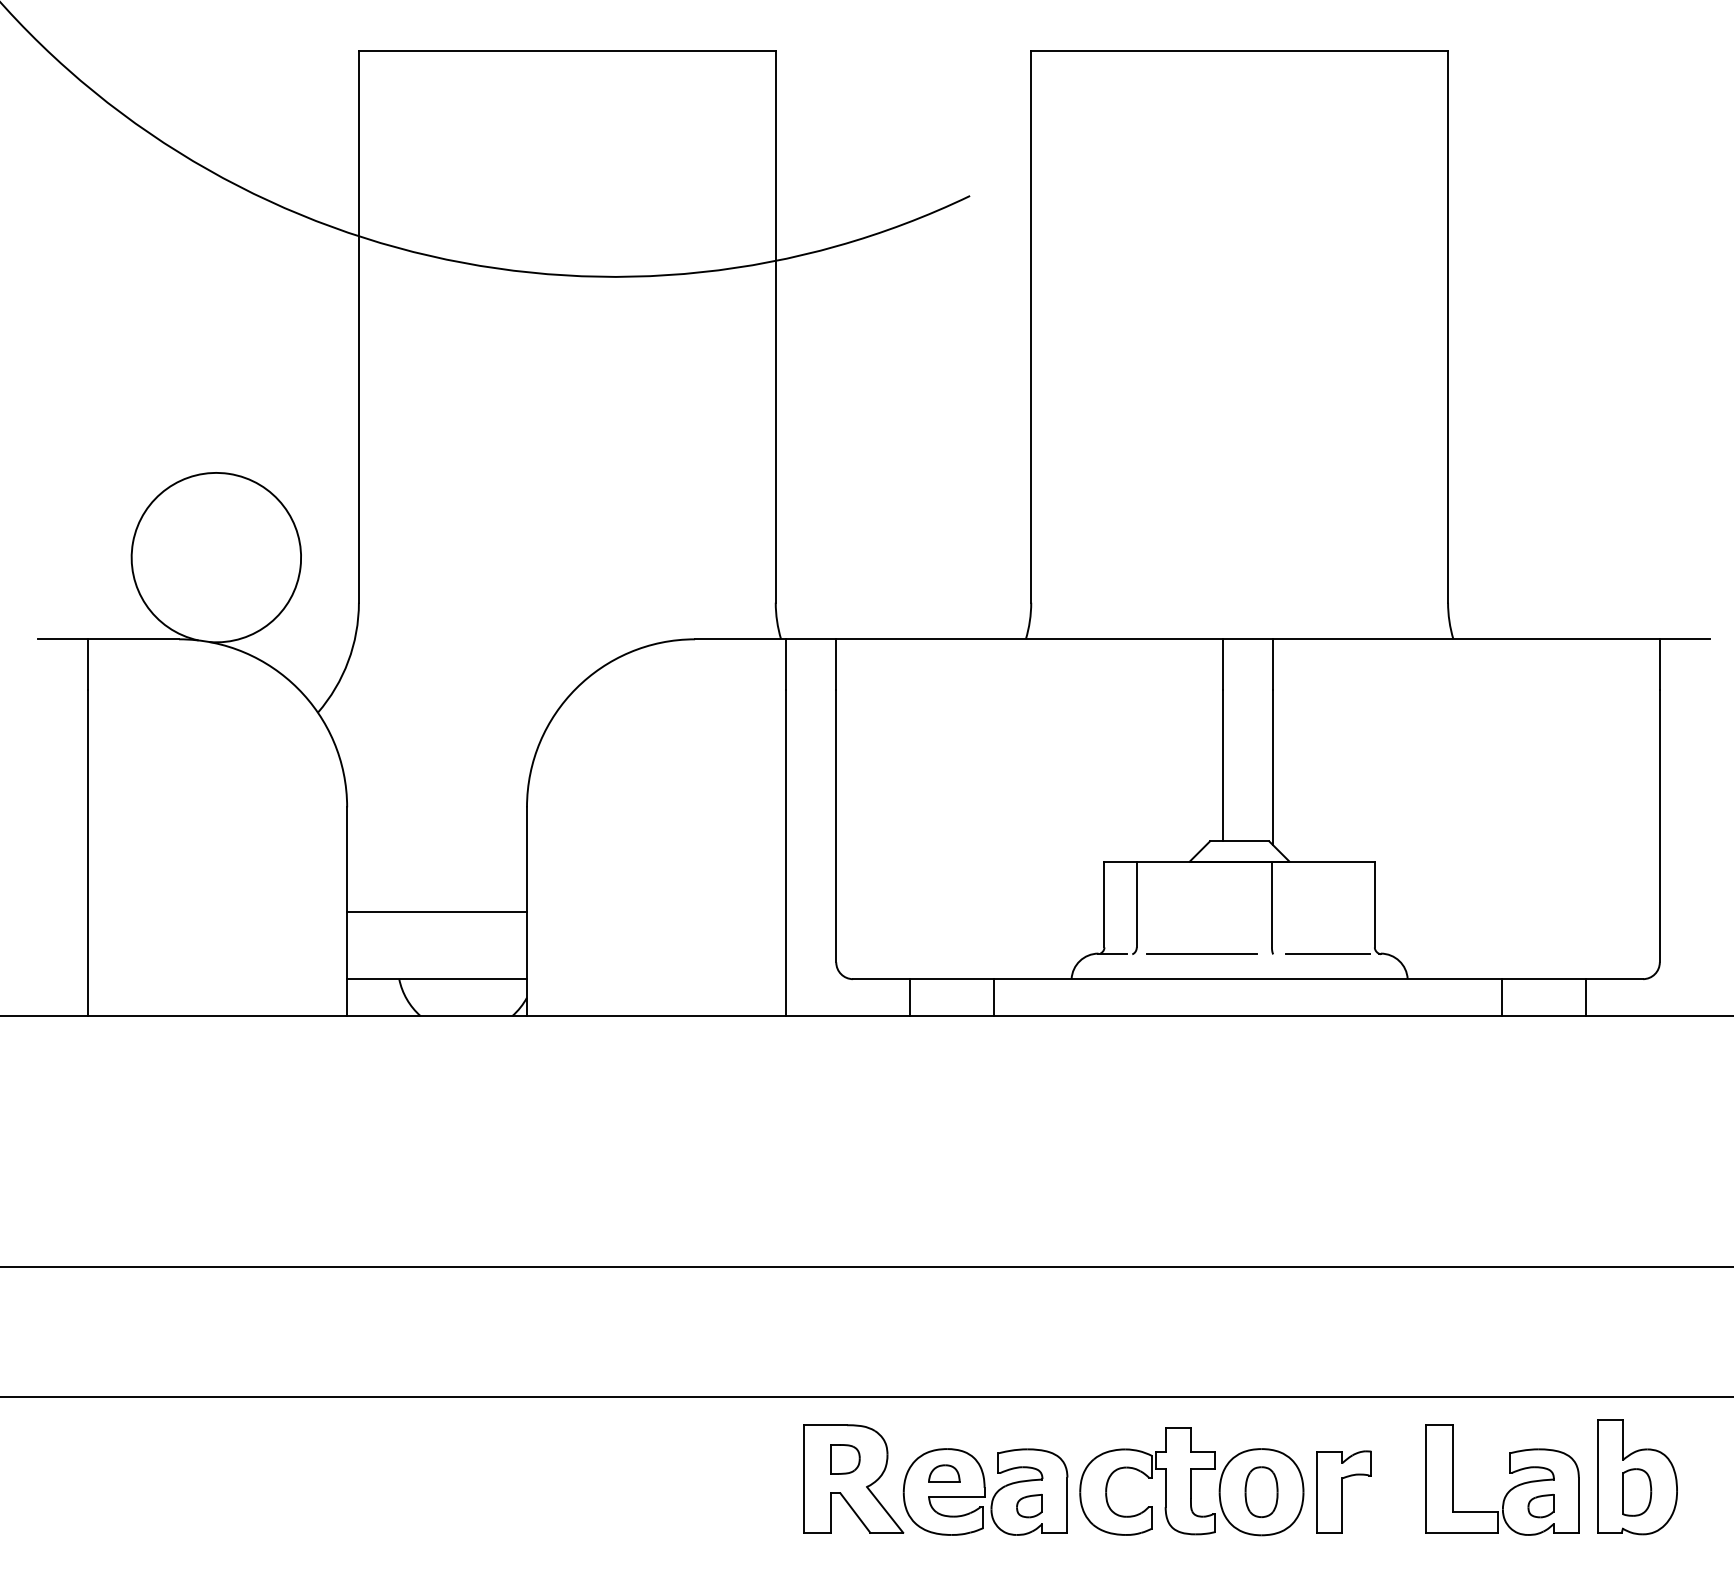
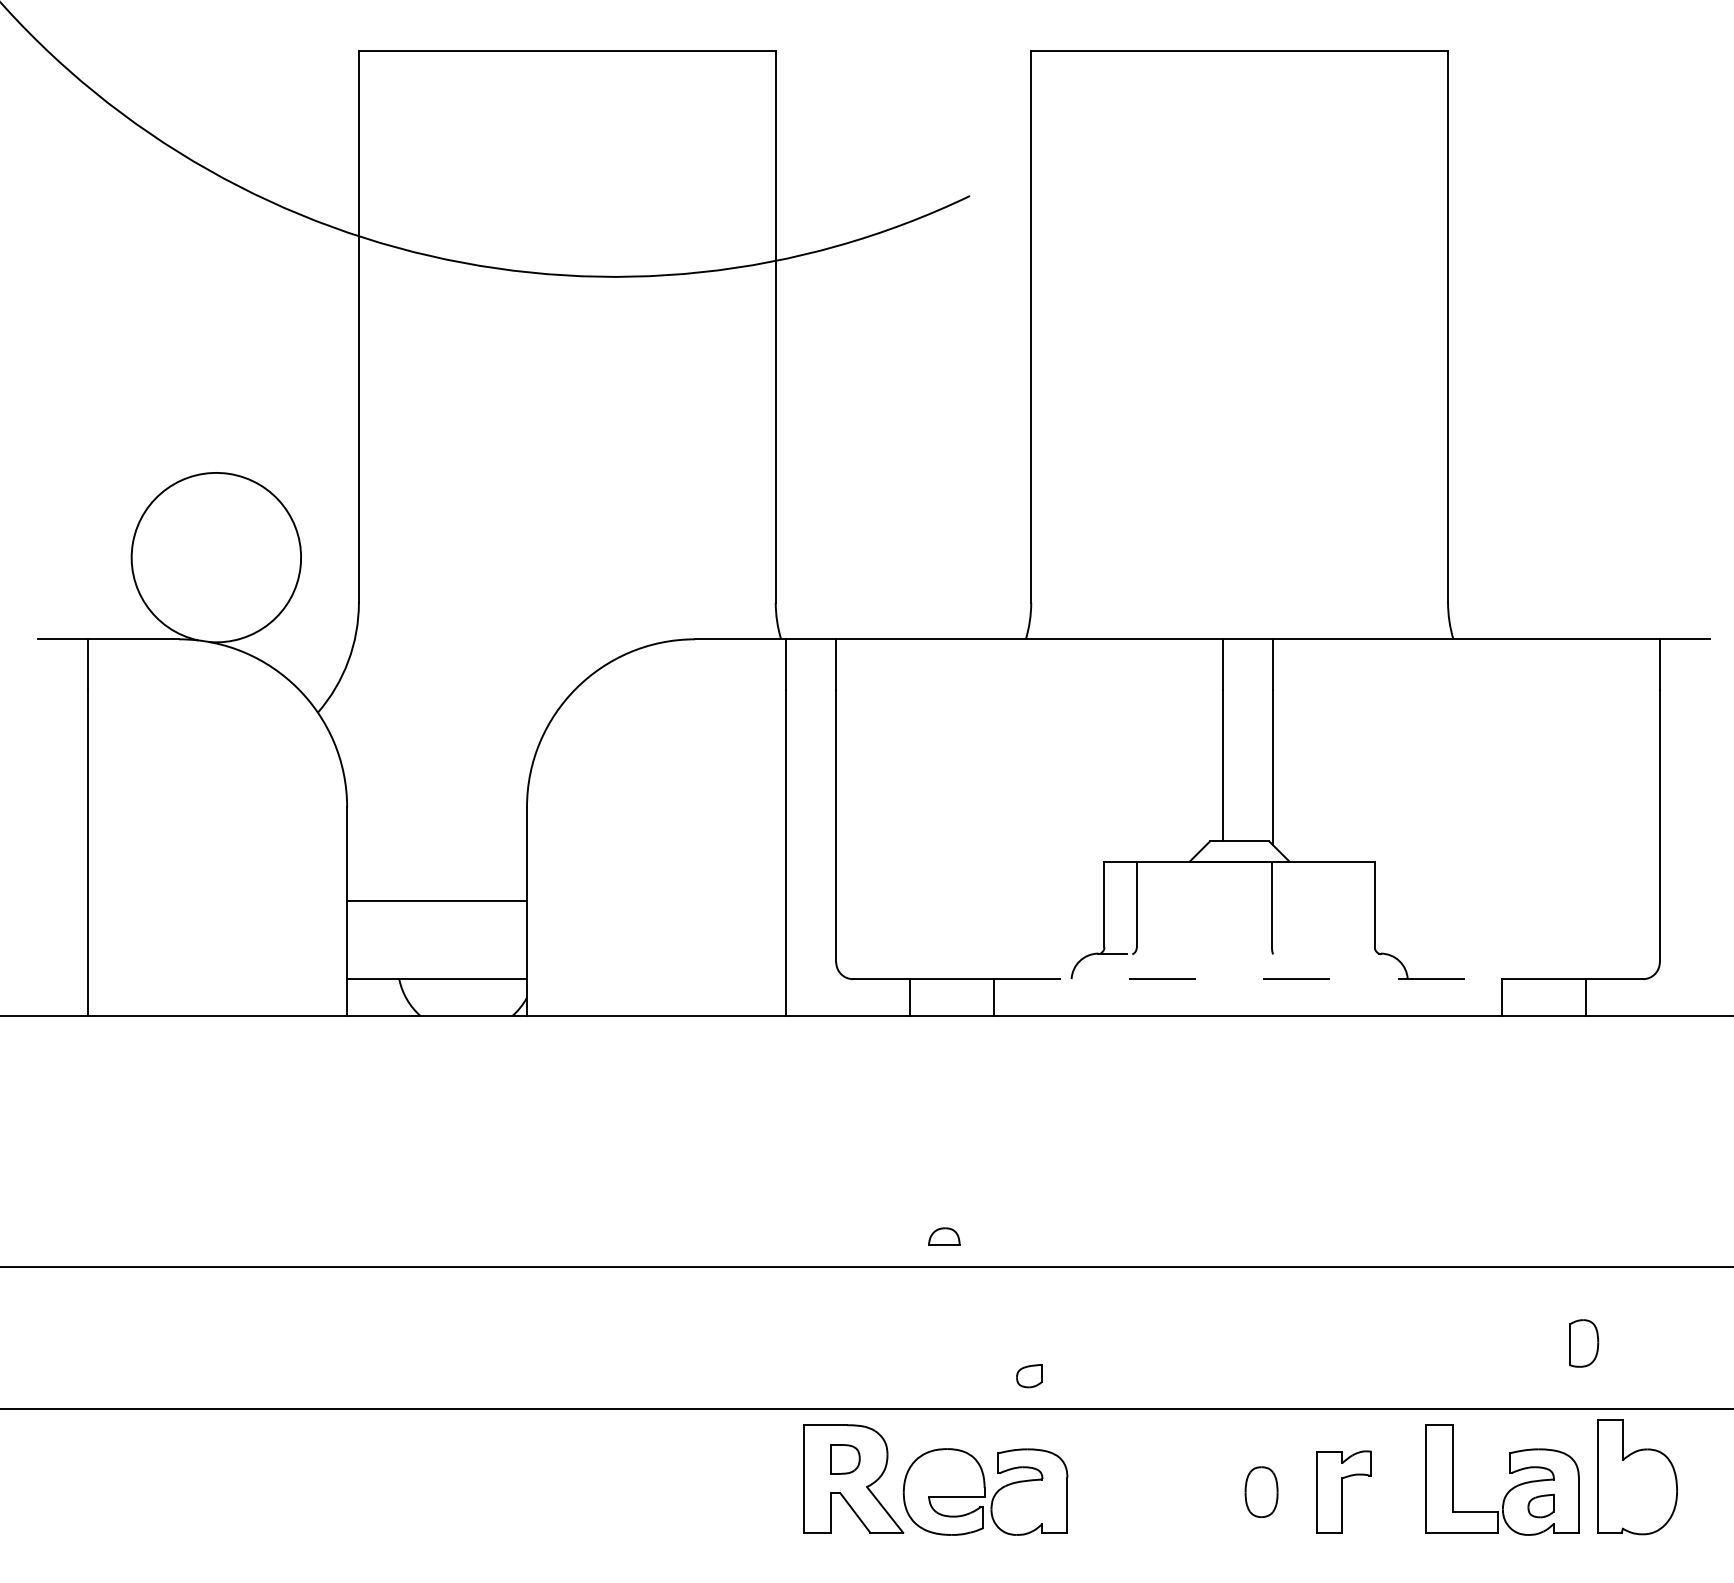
line at (437, 911) position: (437, 911) -> (437, 900)
line at (1202, 953): present -> none
line at (1327, 953): present -> none
line at (1248, 979): solid -> dashed
line at (866, 1397) position: (866, 1397) -> (866, 1409)
part at (944, 1473) position: (944, 1473) -> (944, 1236)
part at (1191, 1481): present -> none
part at (1637, 1492) position: (1637, 1492) -> (1584, 1343)
part at (1029, 1506) position: (1029, 1506) -> (1029, 1376)
